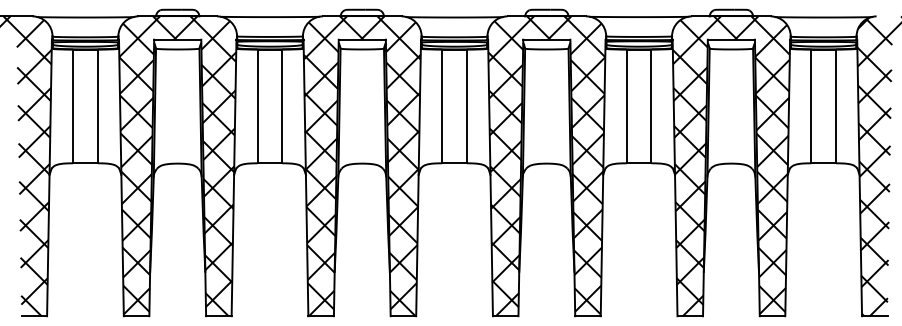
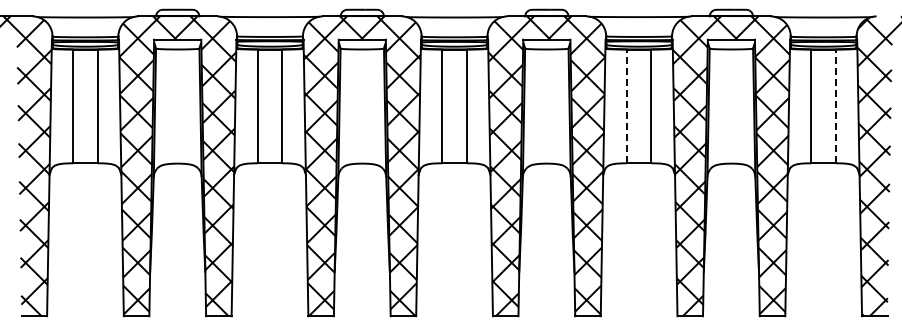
line at (626, 106): solid -> dashed
line at (836, 106): solid -> dashed
